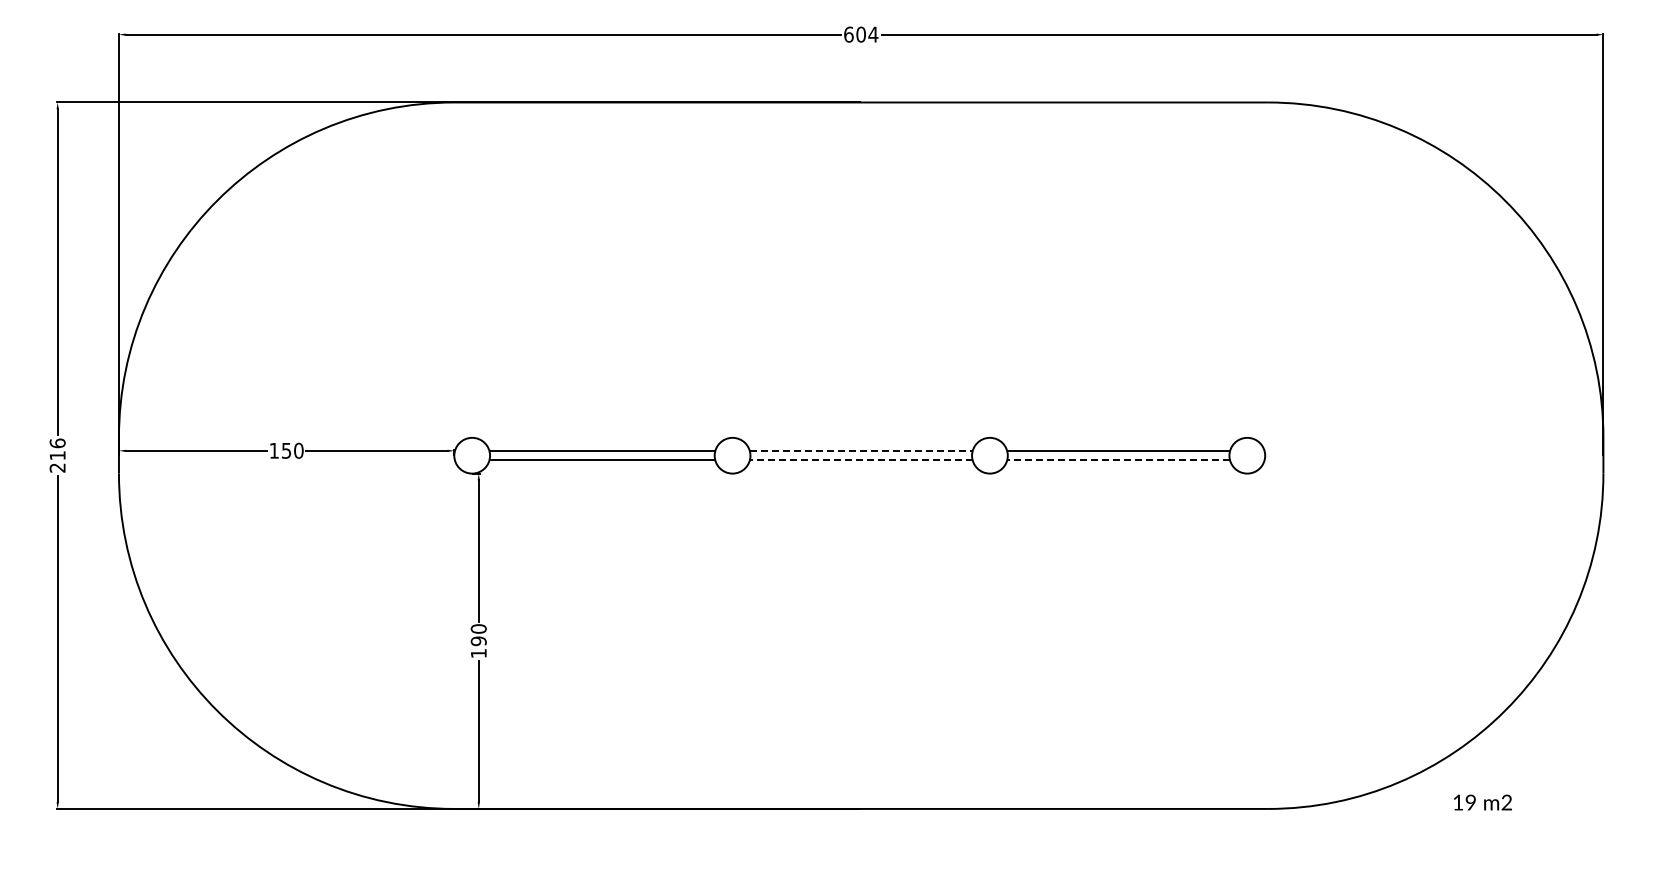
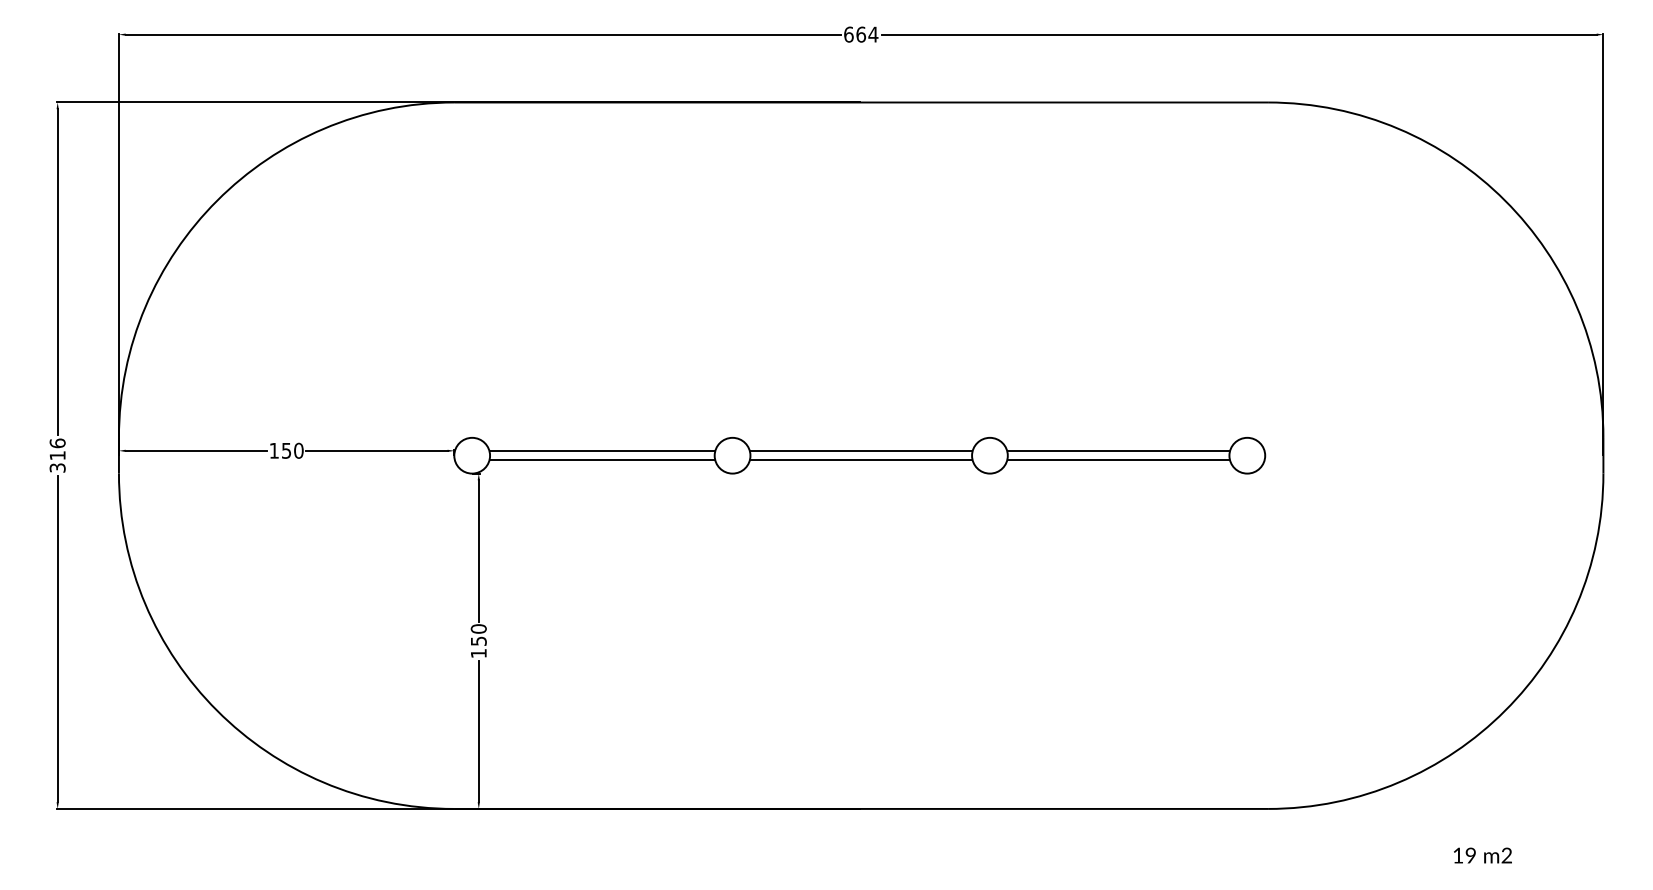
text at (861, 34): 604 -> 664
line at (861, 451): dashed -> solid
line at (860, 459): dashed -> solid
line at (1118, 459): dashed -> solid
text at (57, 467): 216 -> 316
text at (478, 641): 190 -> 150
text at (1482, 802) position: (1482, 802) -> (1482, 855)
